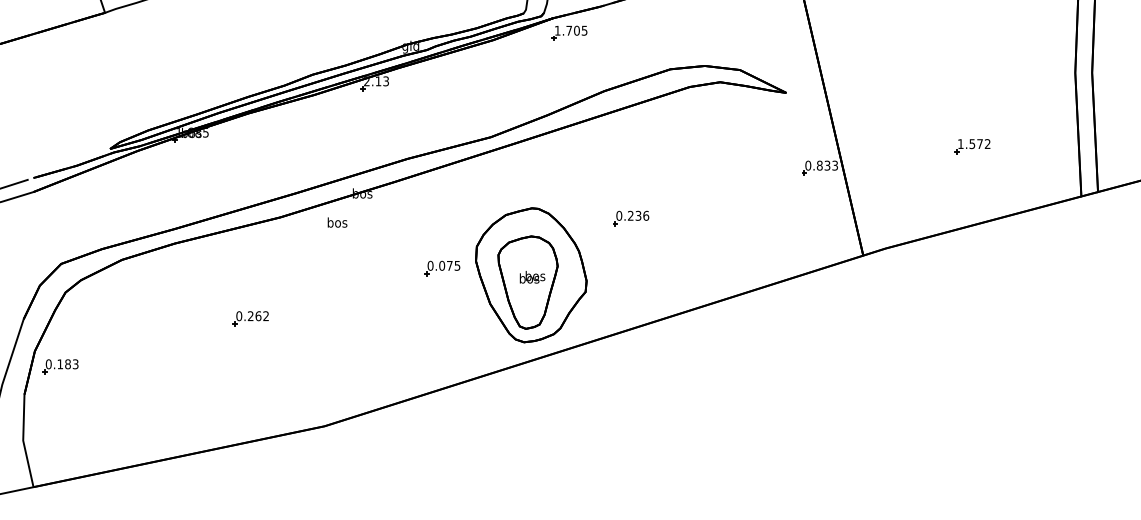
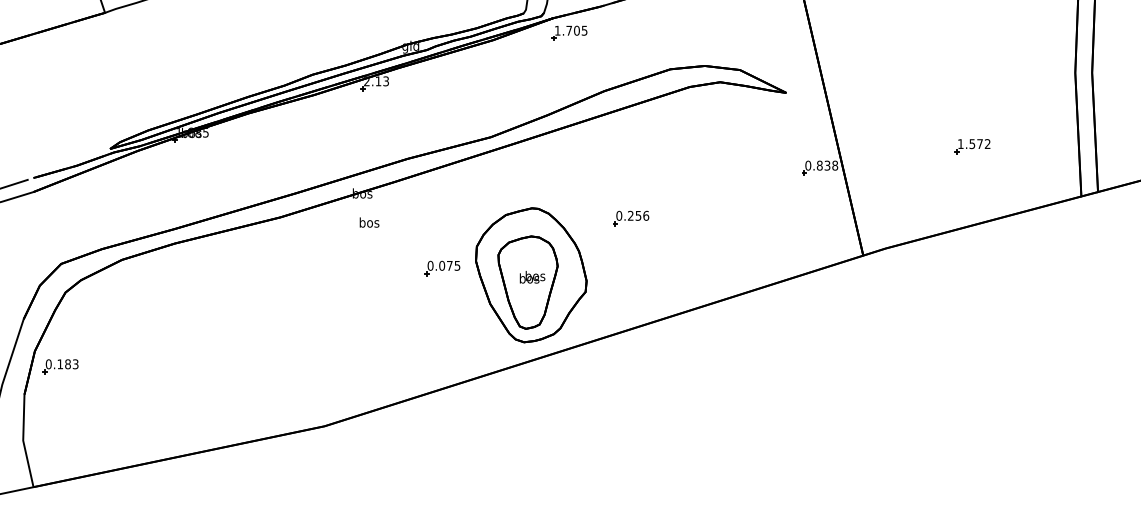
text at (835, 165): 0.833 -> 0.838
text at (638, 214): 0.236 -> 0.256
text at (337, 222) position: (337, 222) -> (369, 222)
part at (250, 318): present -> none
